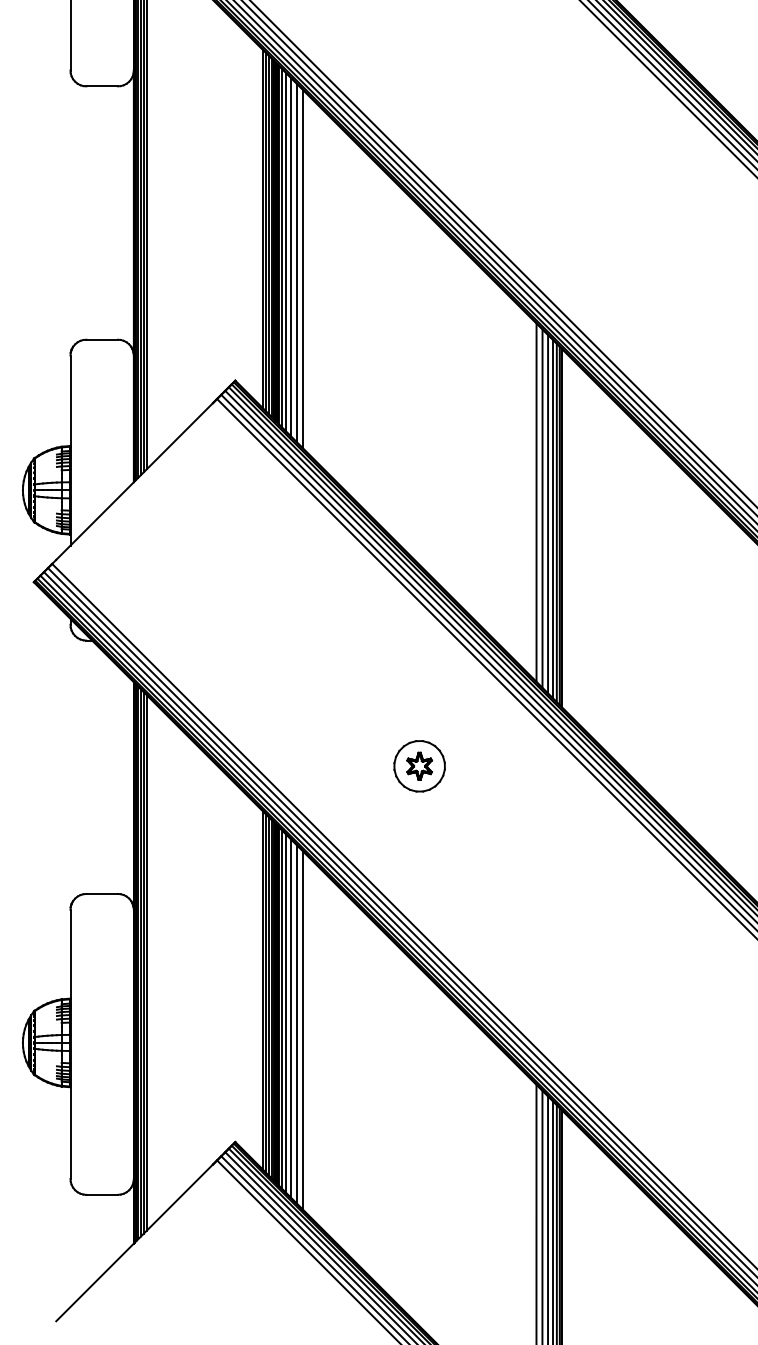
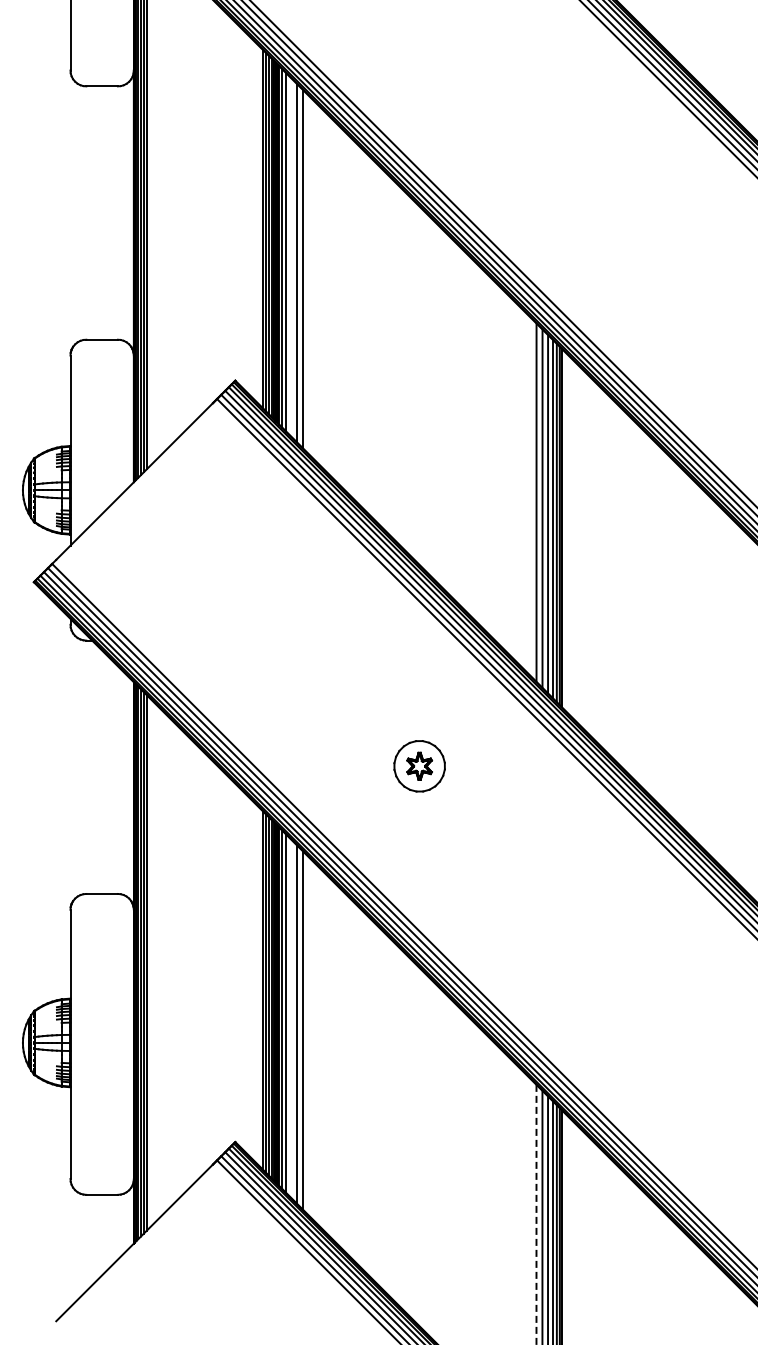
line at (291, 257): present -> none
line at (291, 1018): present -> none
line at (536, 1214): solid -> dashed
